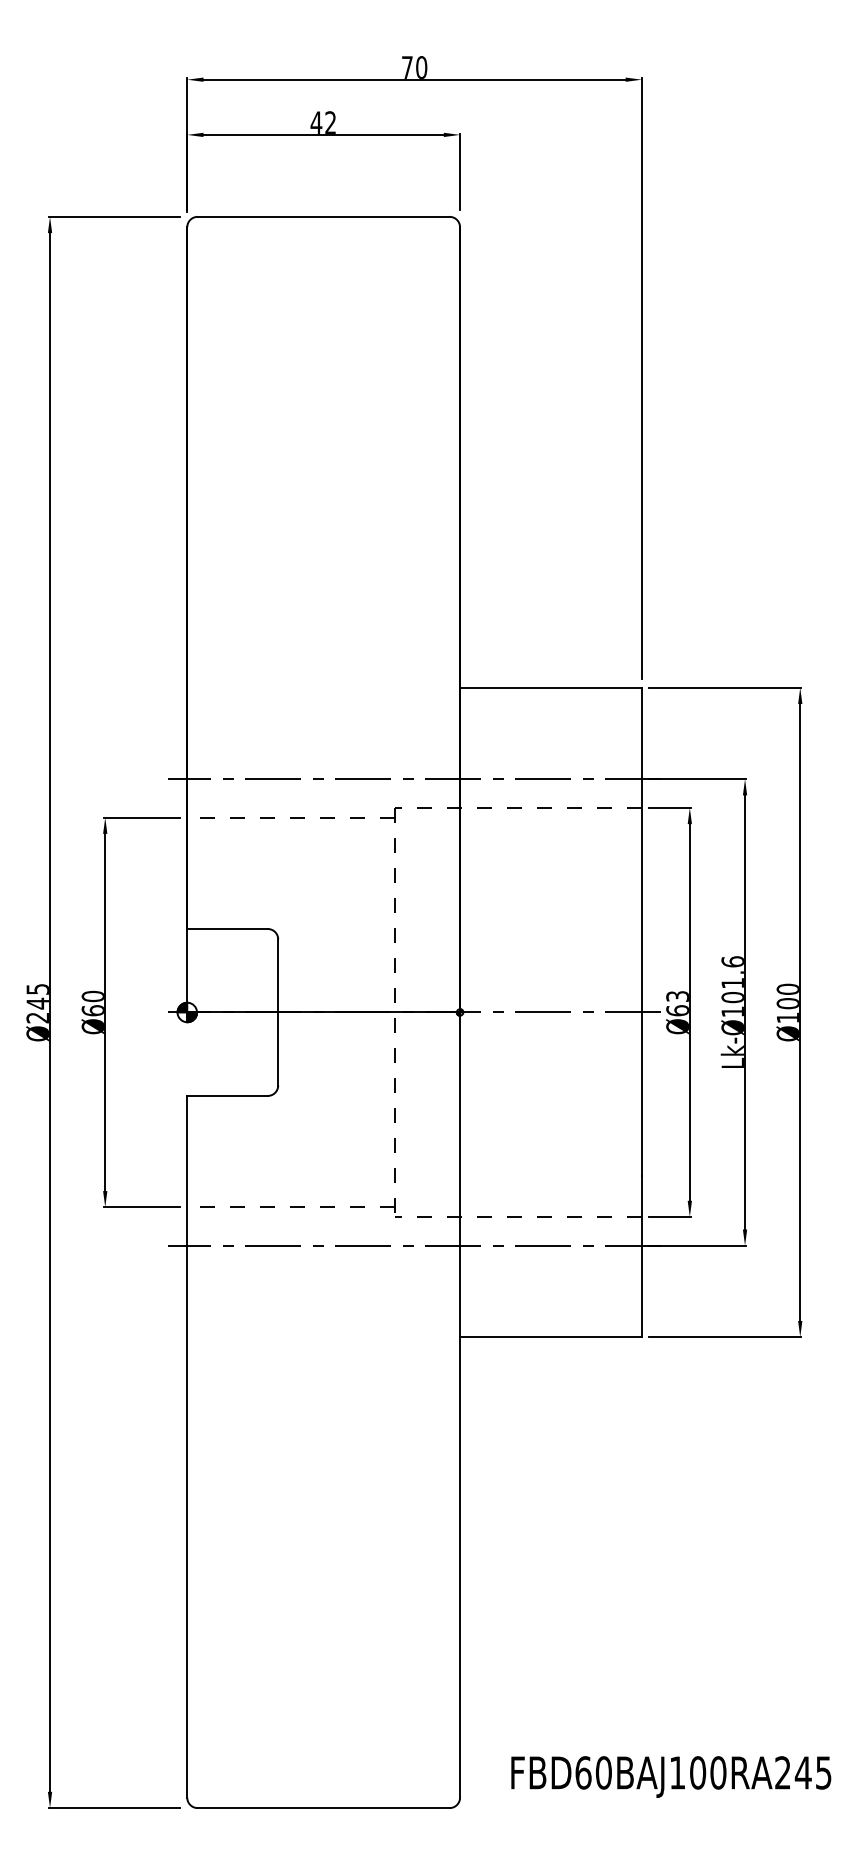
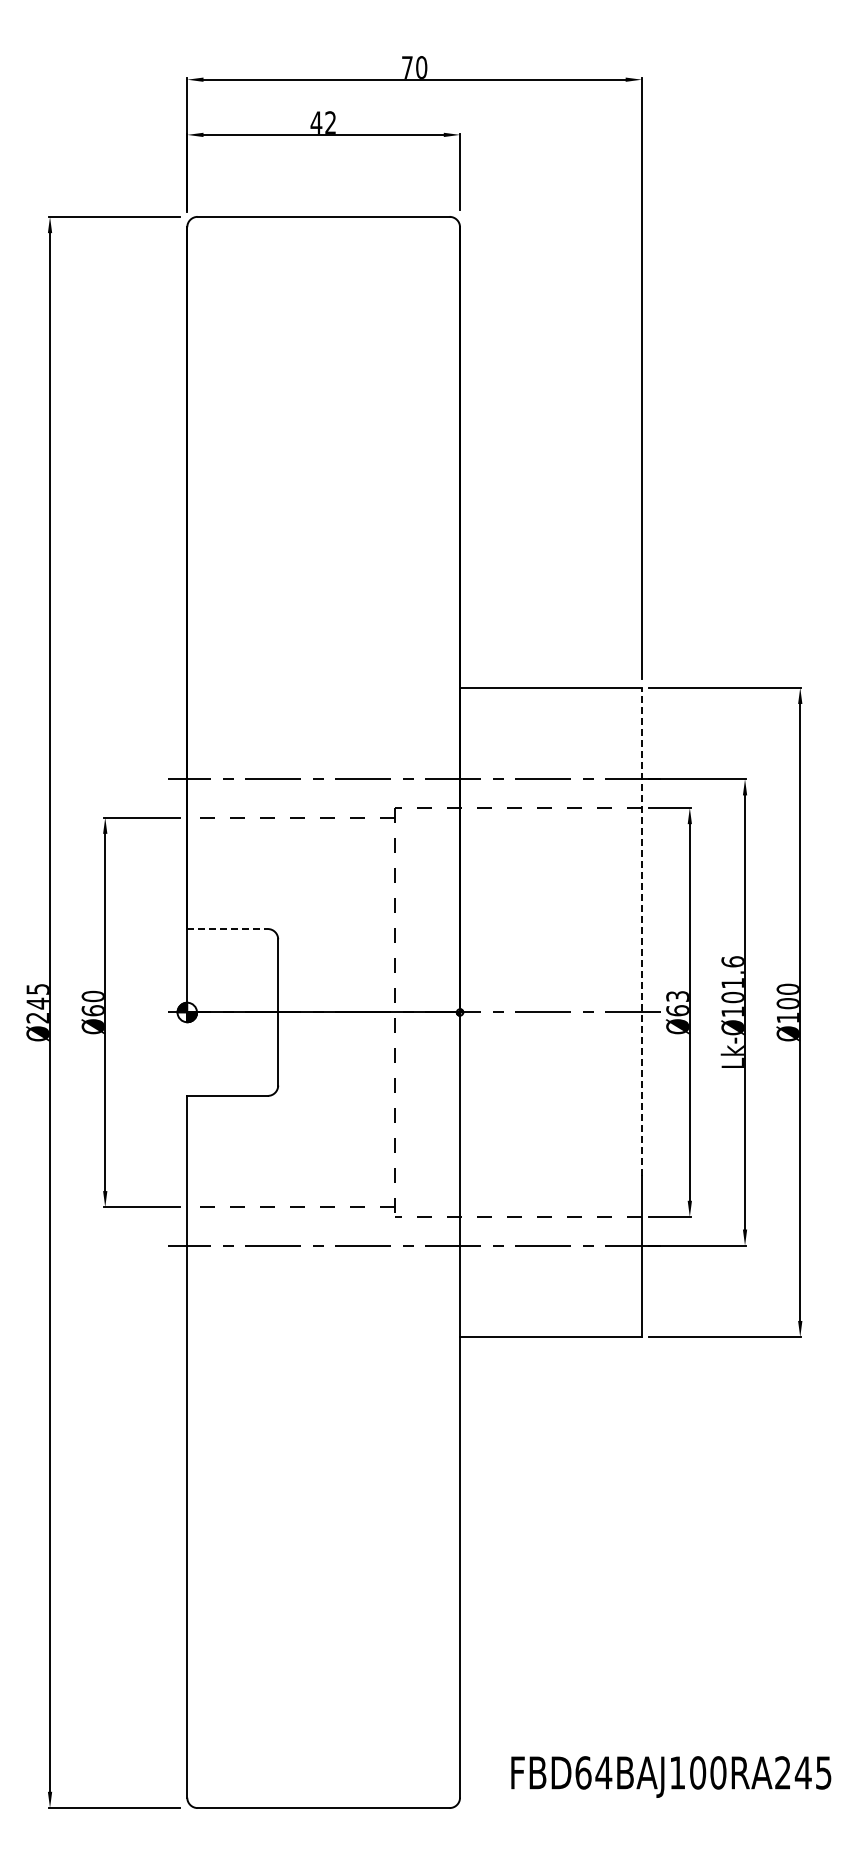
line at (228, 929): solid -> dashed
line at (641, 931): solid -> dashed
text at (603, 1772): FBD60BAJ100RA245 -> FBD64BAJ100RA245
